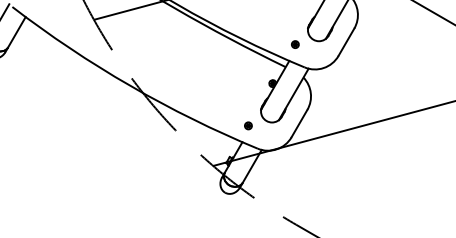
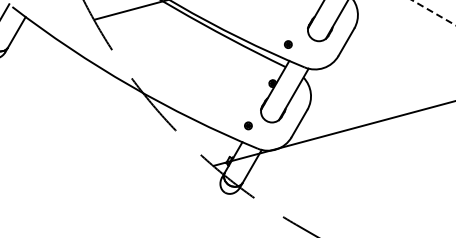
line at (433, 12): solid -> dashed
part at (295, 44) position: (295, 44) -> (288, 44)
